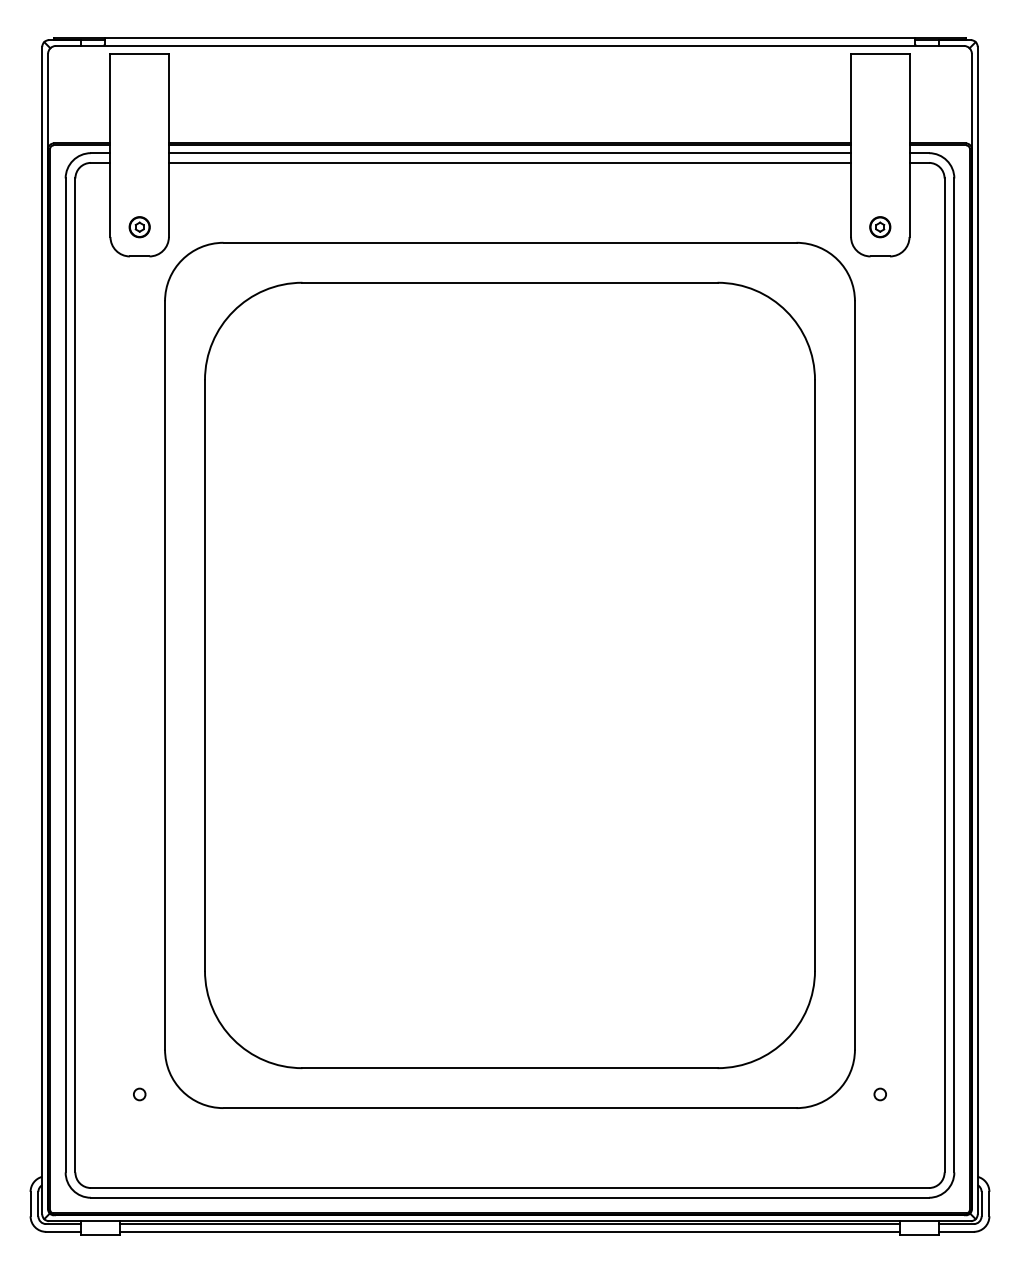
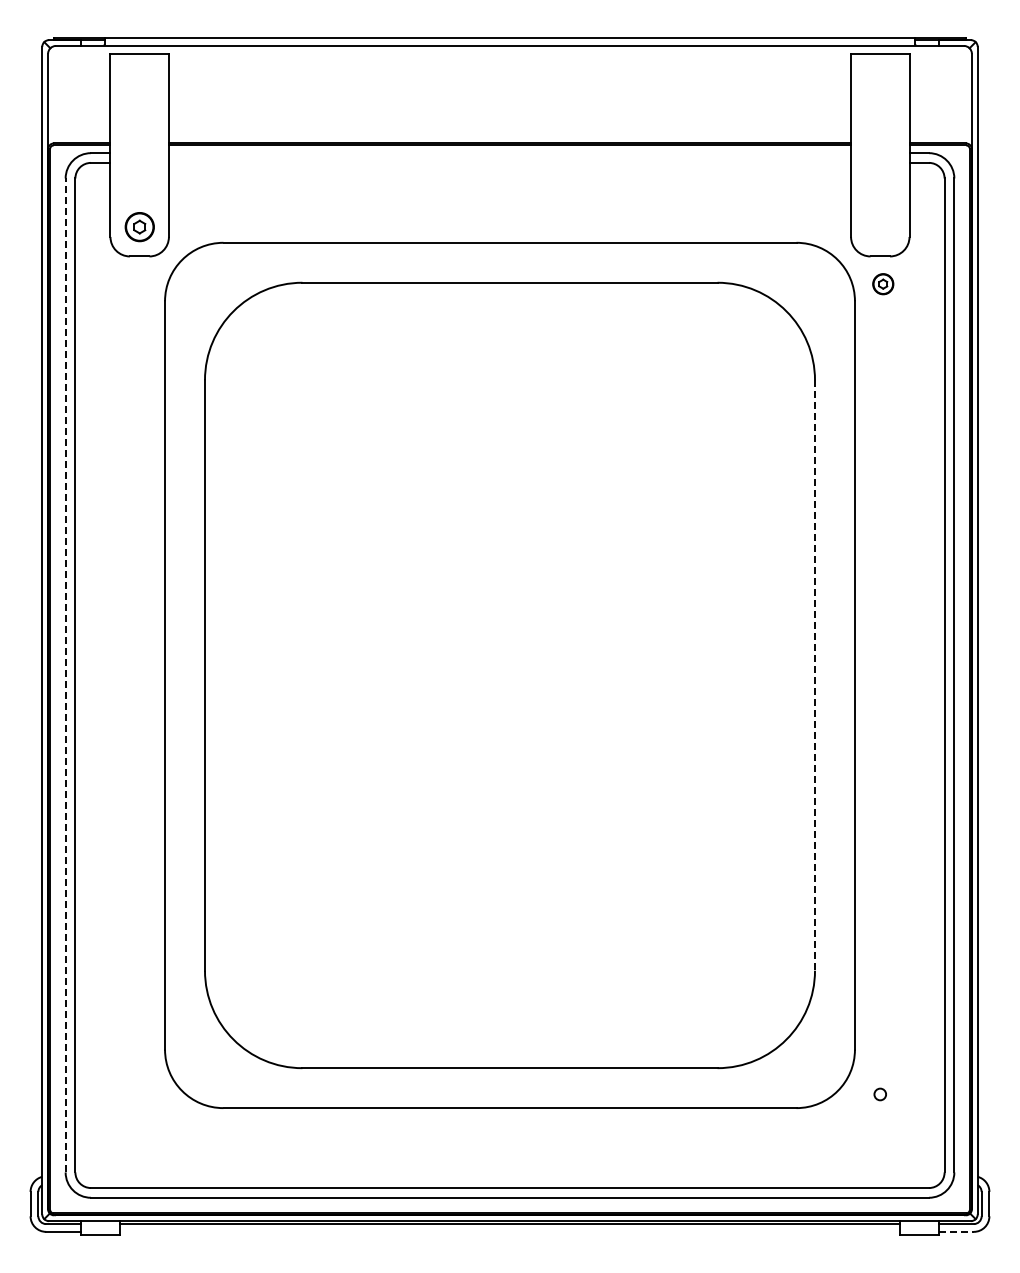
line at (509, 153): present -> none
line at (509, 162): present -> none
part at (139, 227) size: 23x23 px -> 31x31 px
part at (880, 227) position: (880, 227) -> (883, 284)
line at (65, 675): solid -> dashed
line at (815, 675): solid -> dashed
circle at (139, 1094): present -> none
line at (509, 1231): present -> none
line at (956, 1231): solid -> dashed
